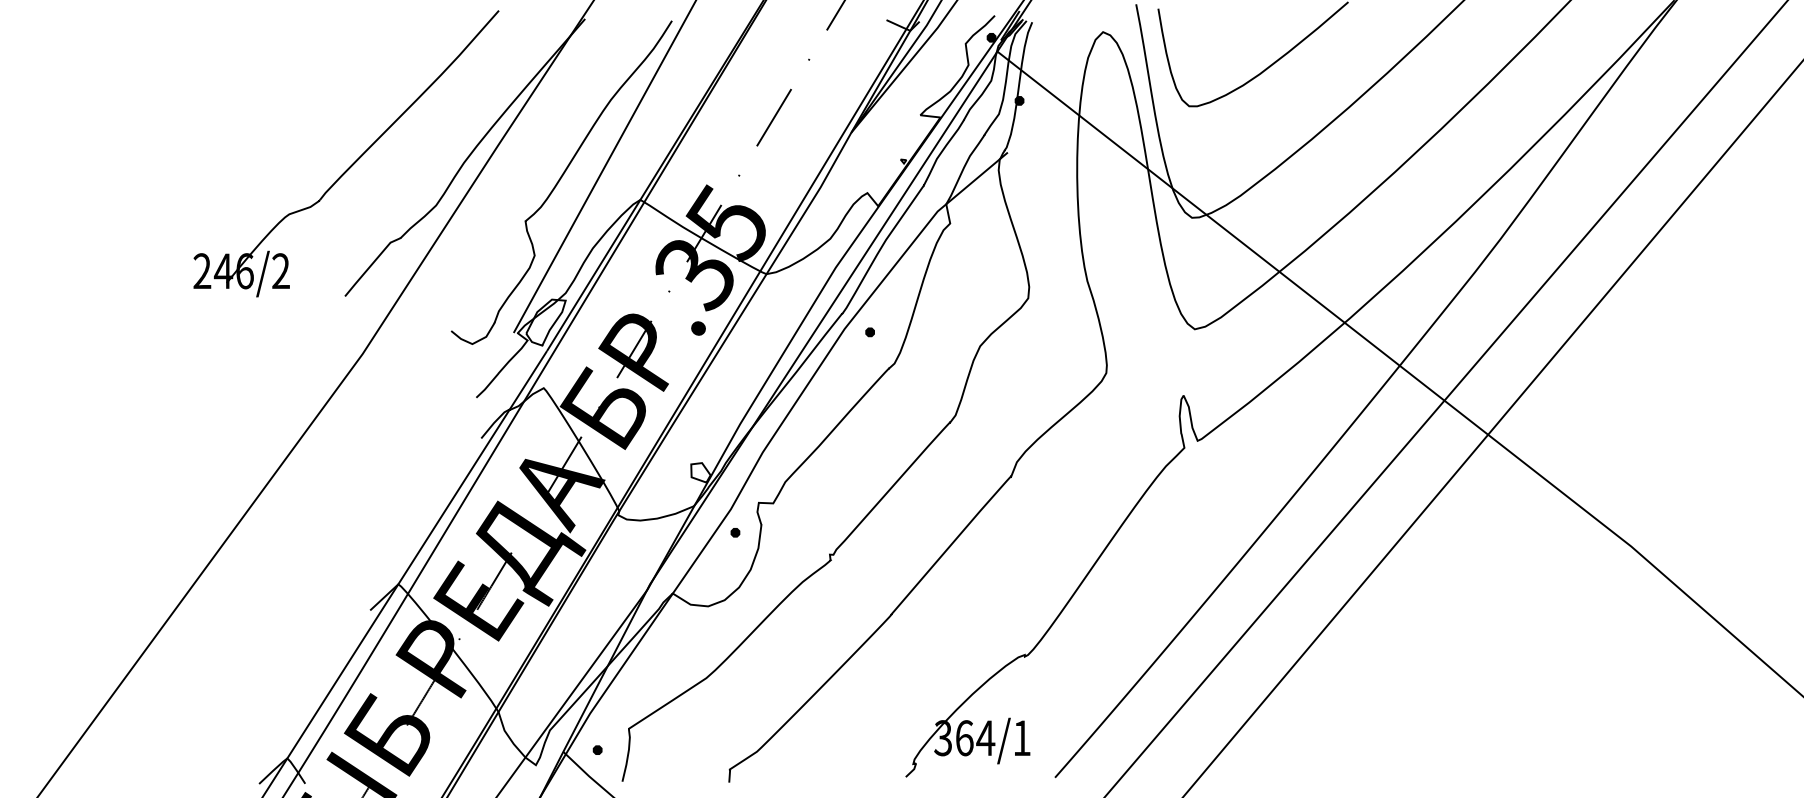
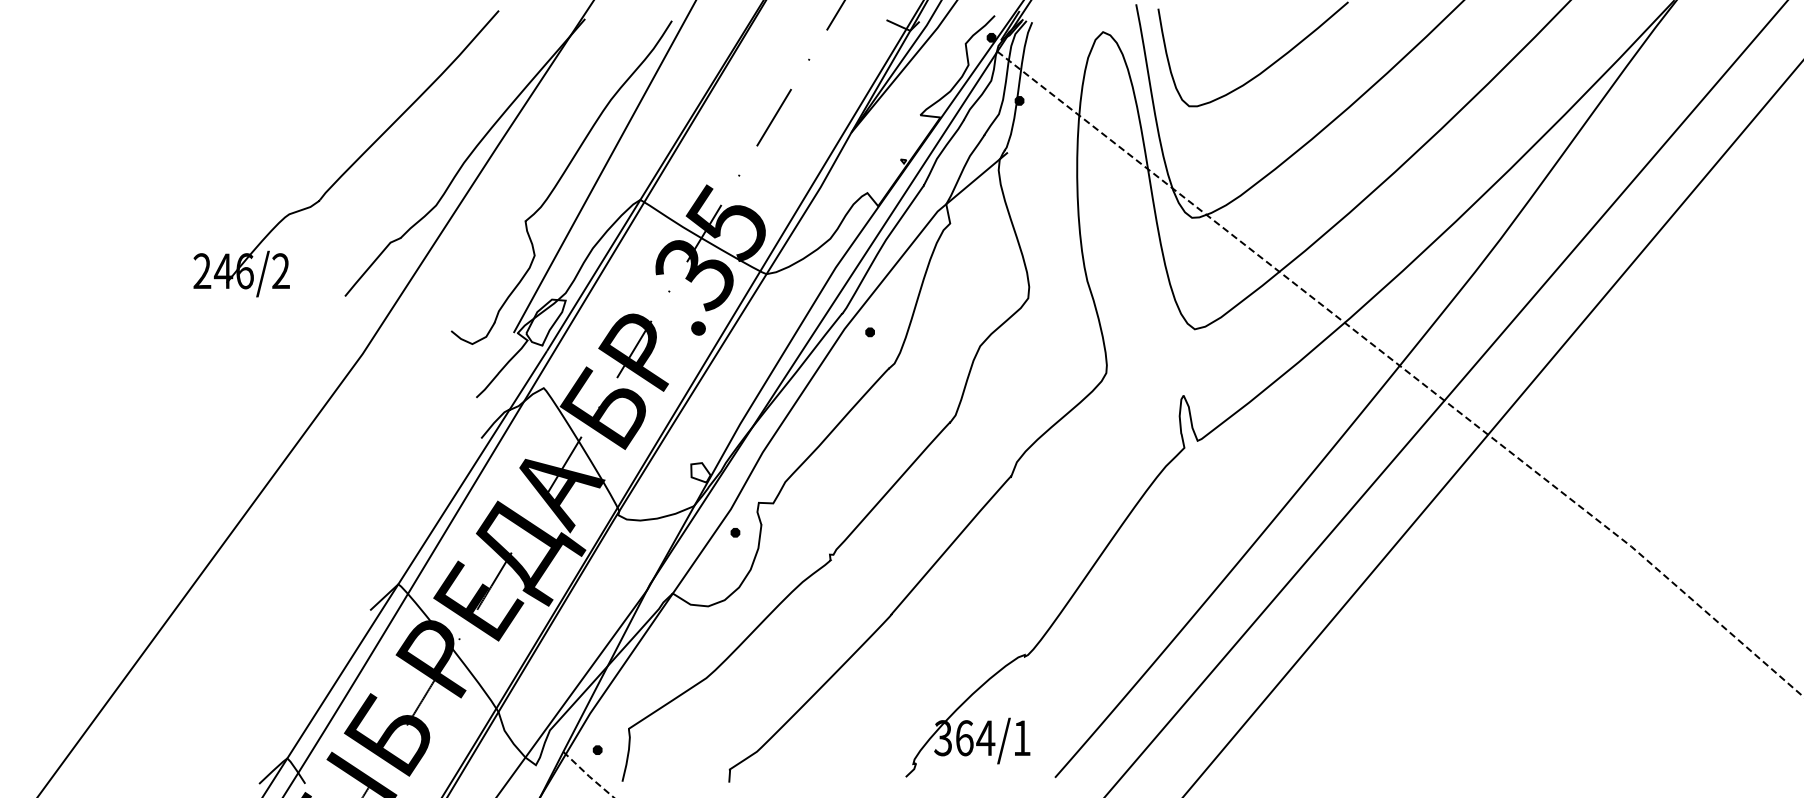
line at (1405, 370): solid -> dashed
line at (588, 775): solid -> dashed
